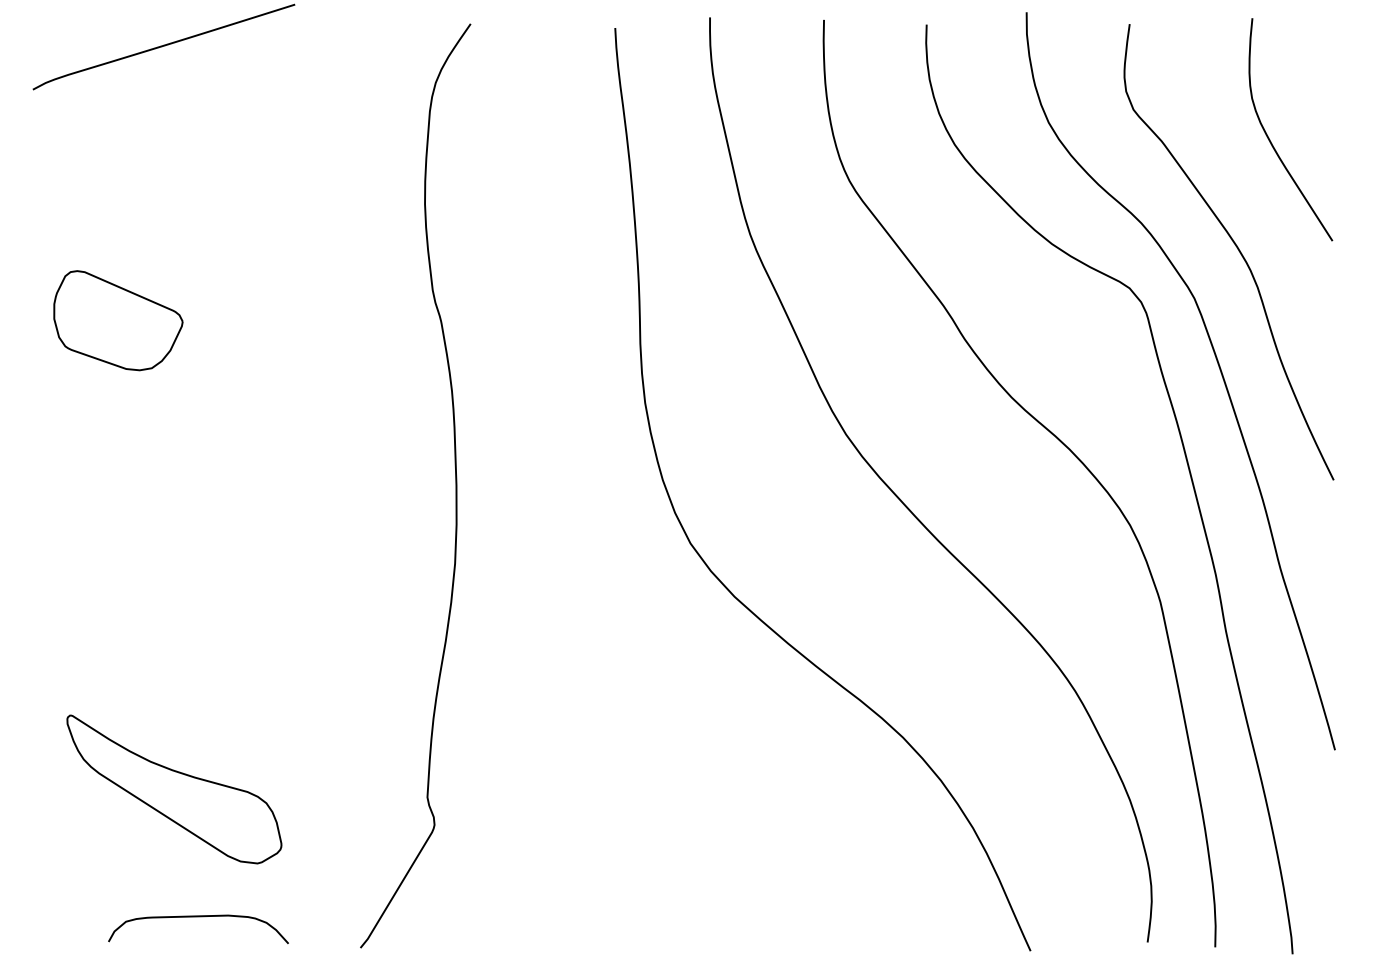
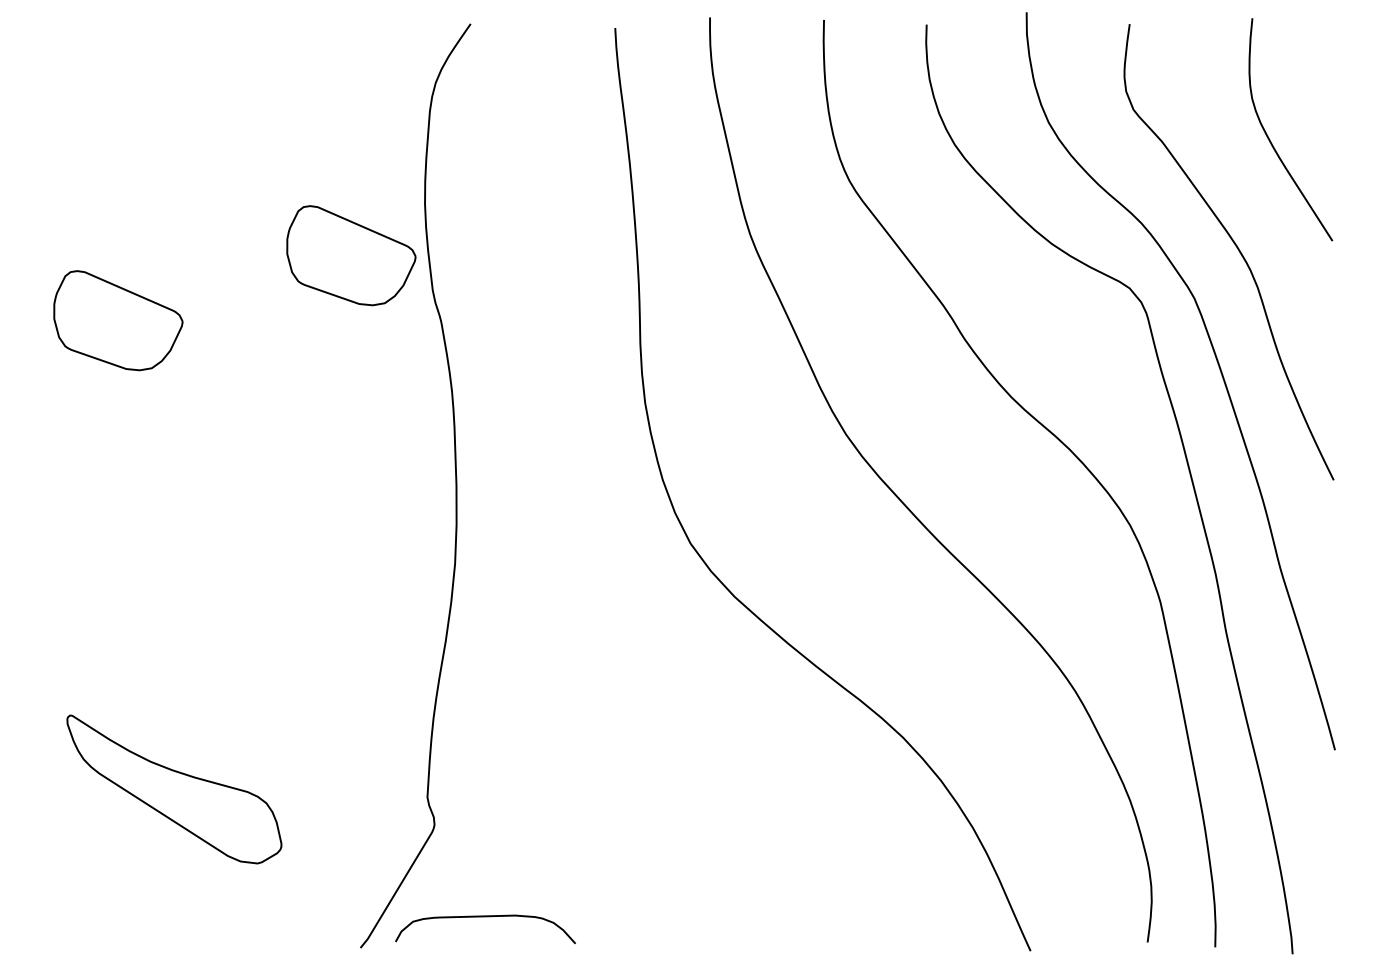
curve at (163, 46): present -> none
part at (351, 255): none -> present
curve at (198, 917) position: (198, 917) -> (485, 917)
